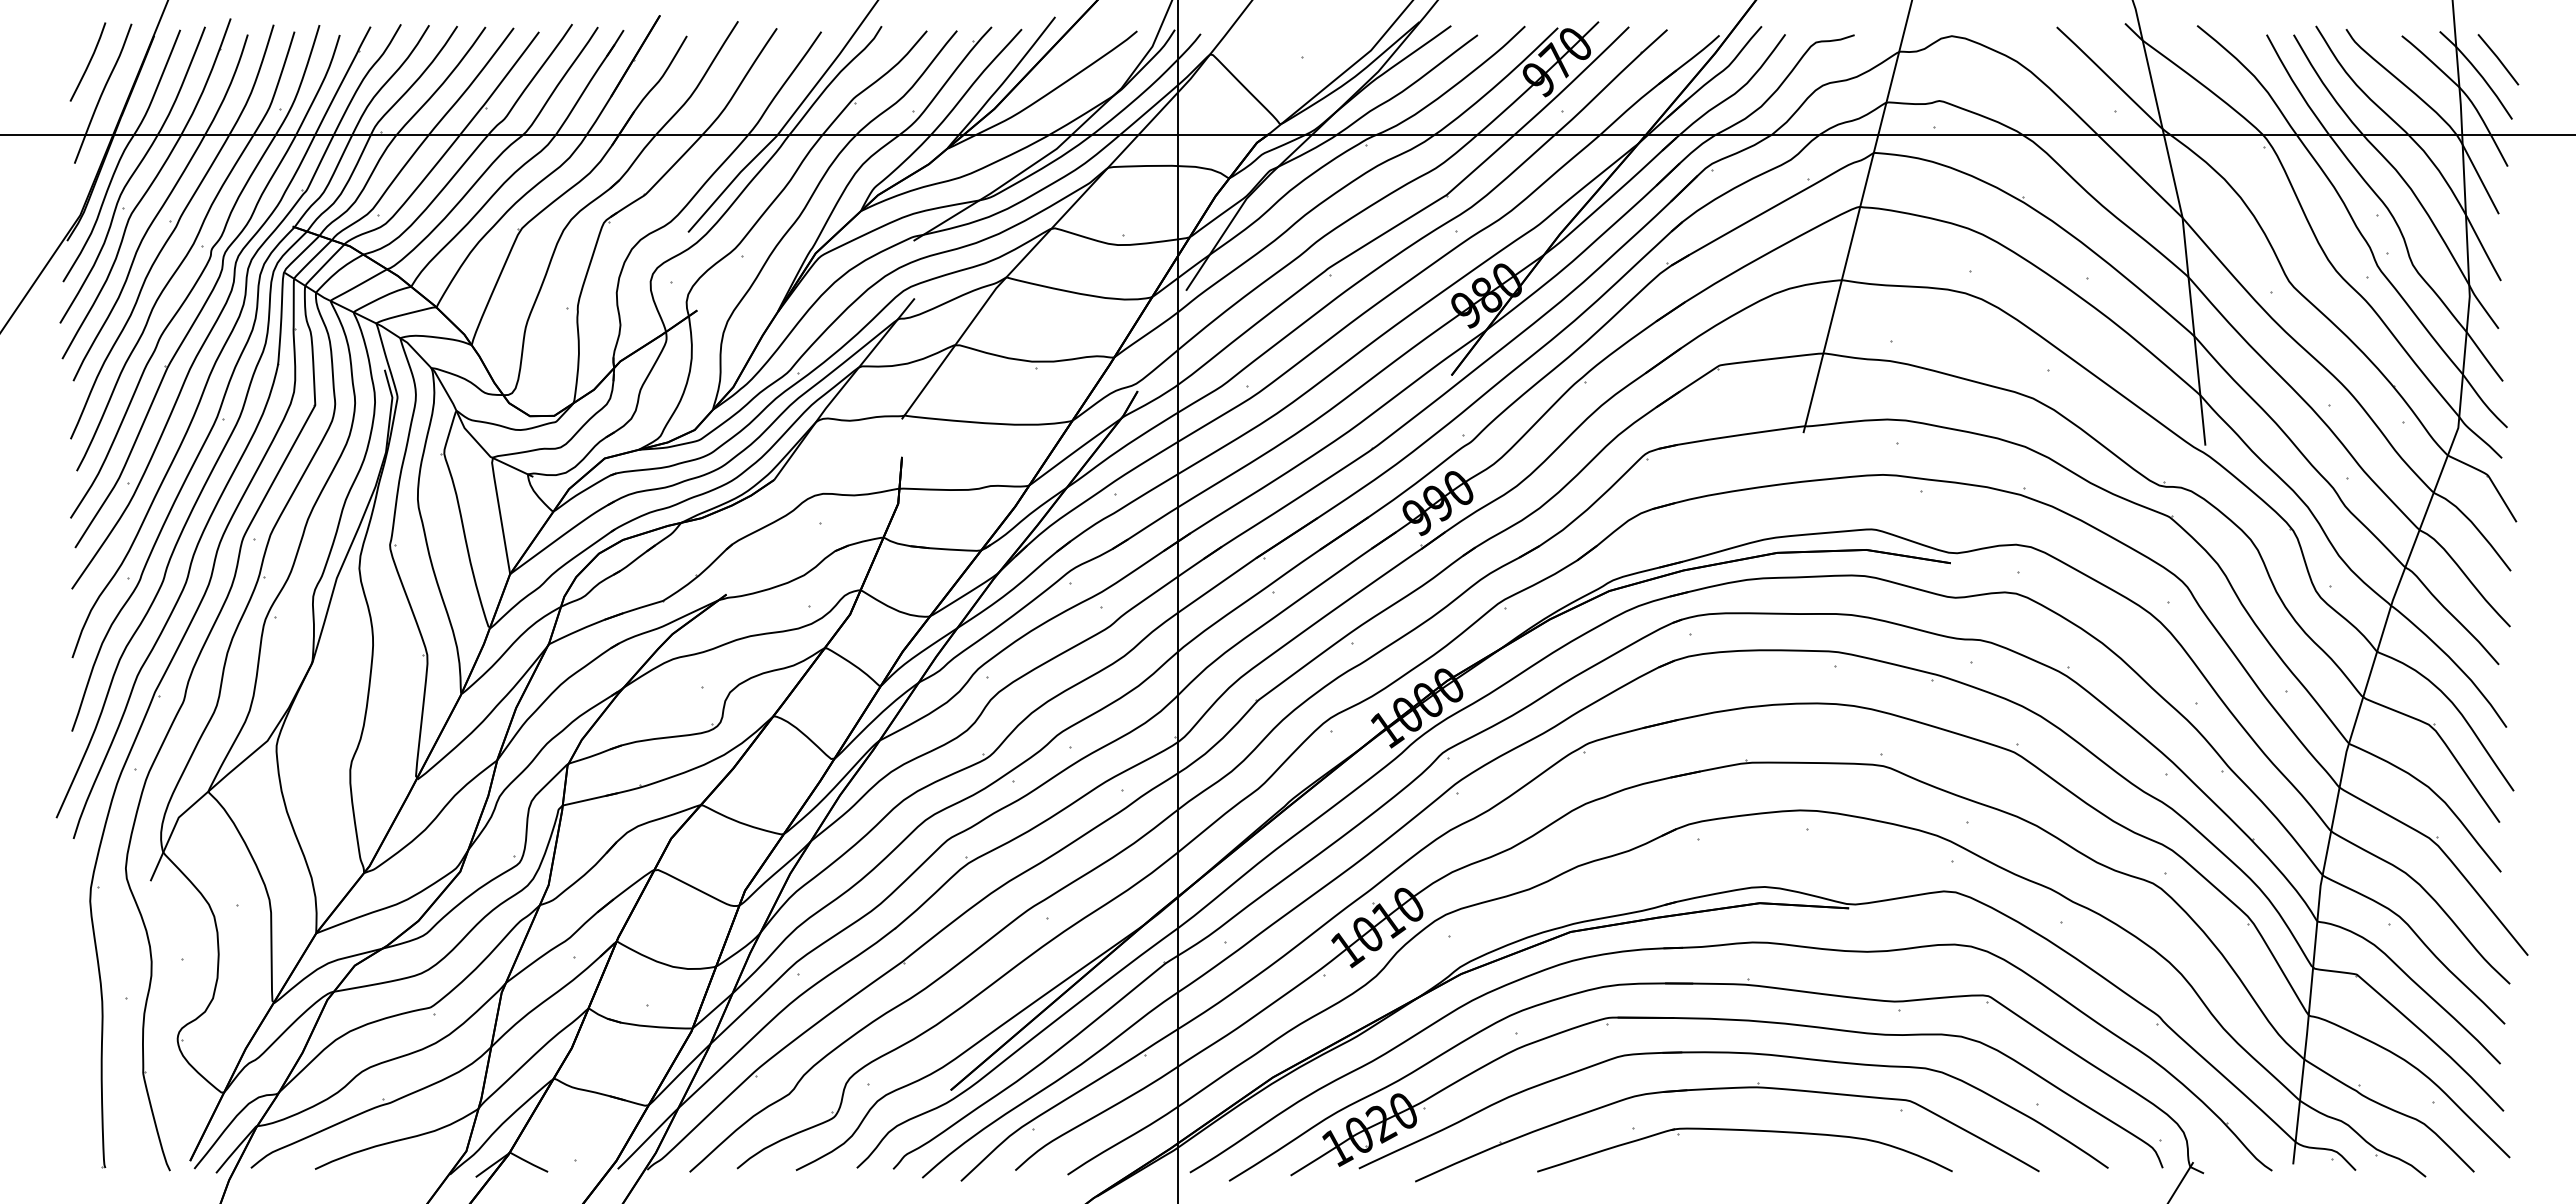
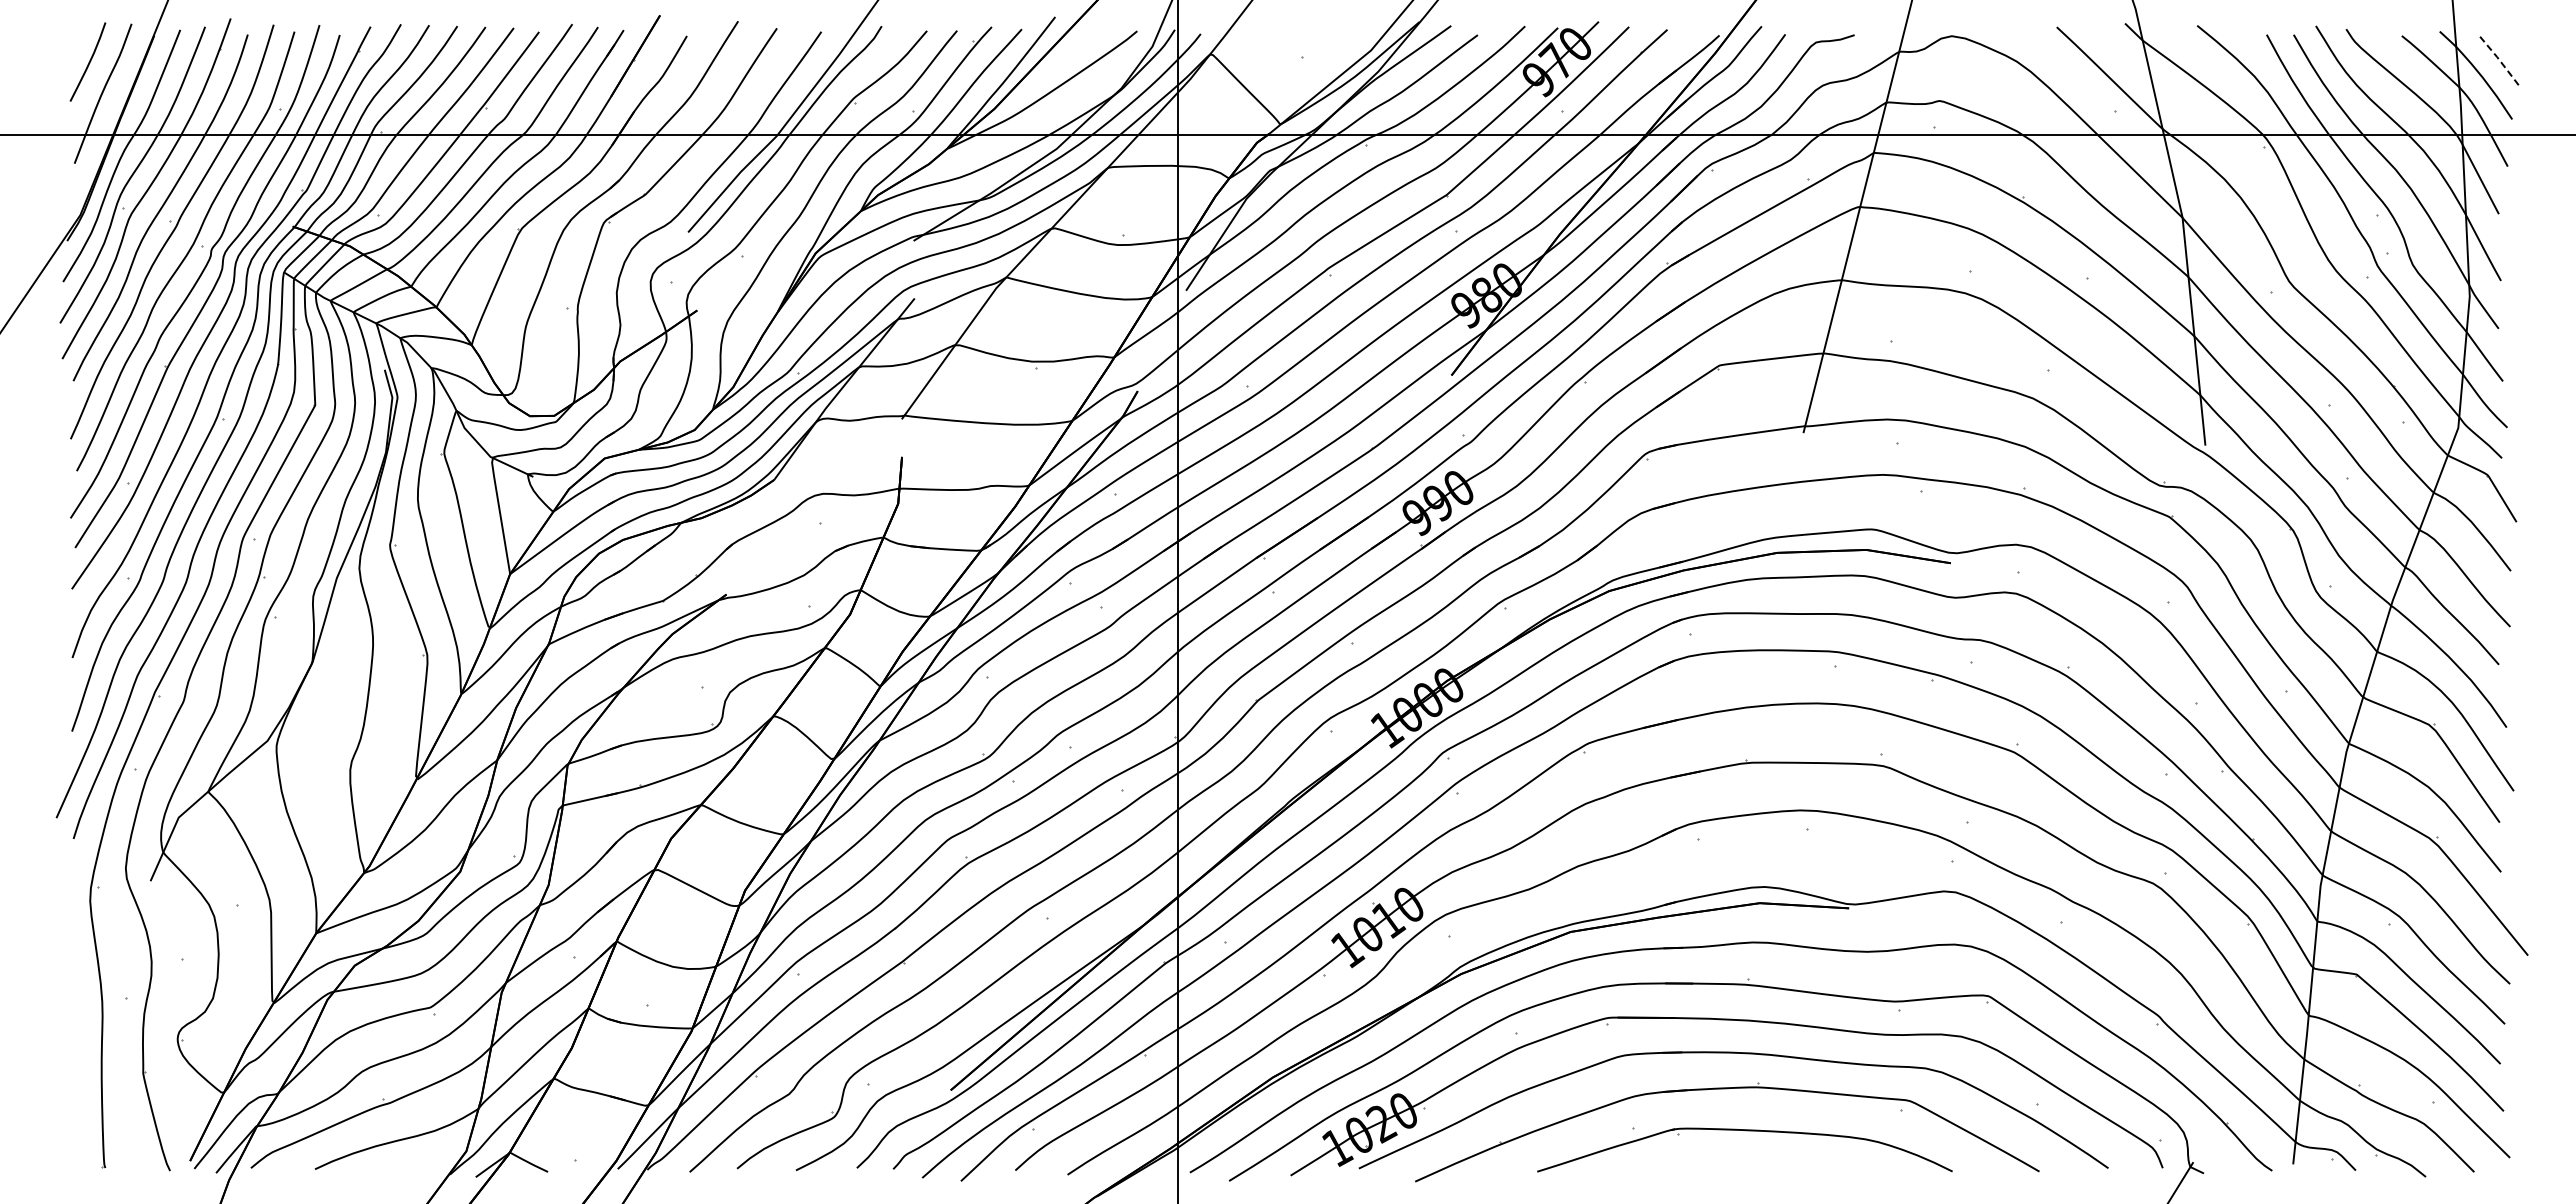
line at (2498, 58): solid -> dashed
